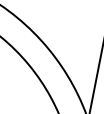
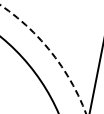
circle at (42, 59): solid -> dashed
